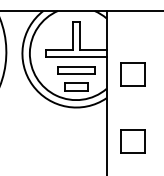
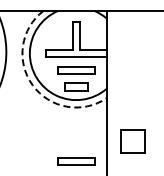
part at (132, 74): present -> none
arc at (32, 85): solid -> dashed
part at (76, 161): none -> present
